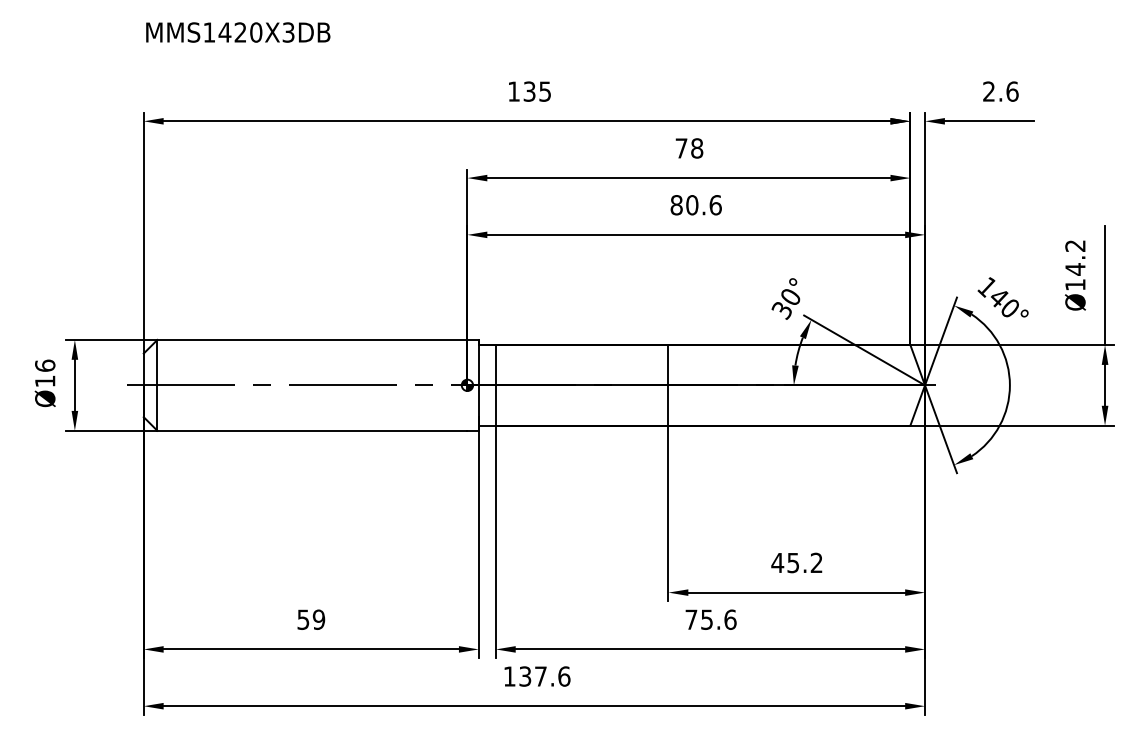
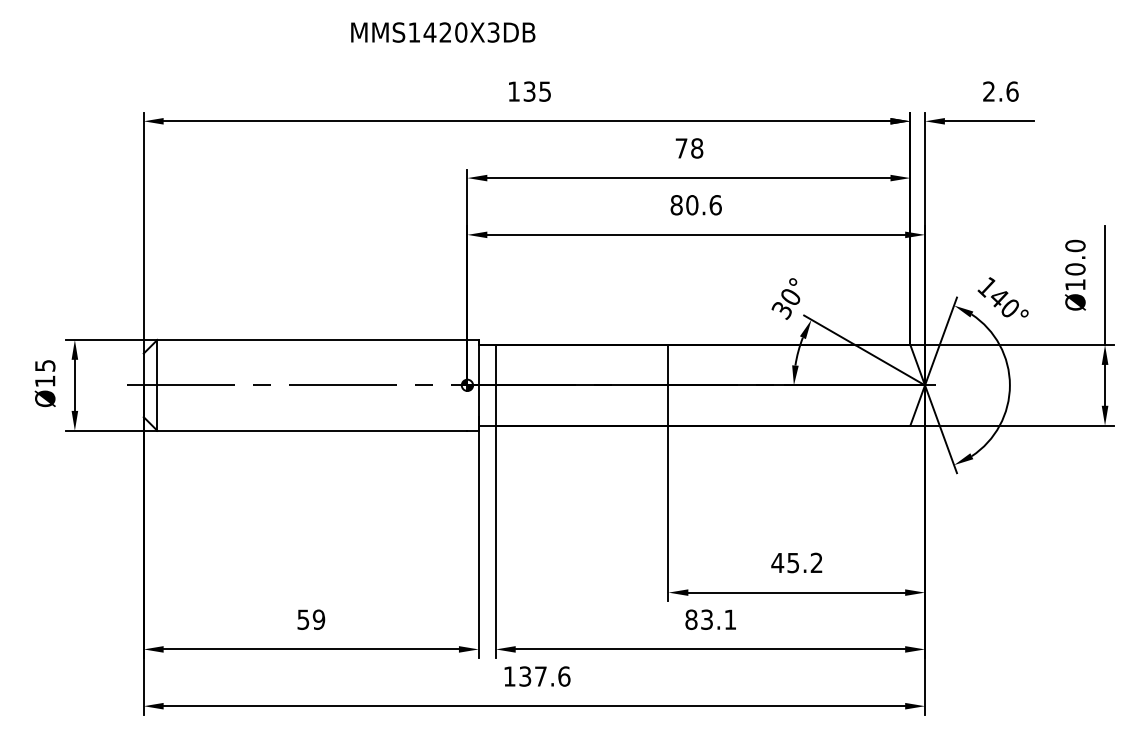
text at (238, 32) position: (238, 32) -> (443, 32)
text at (1075, 257): Ø14.2 -> Ø10.0
text at (45, 365): Ø16 -> Ø15
text at (710, 619): 75.6 -> 83.1
